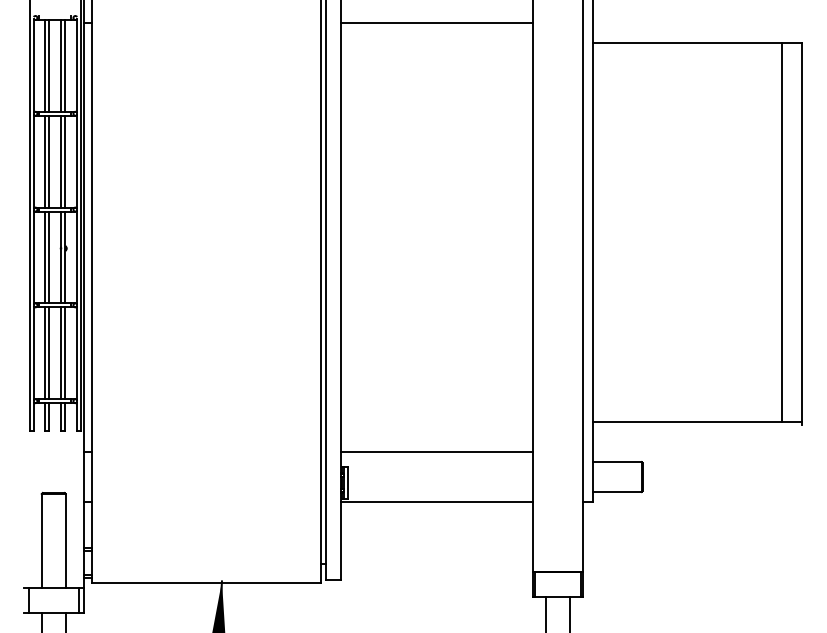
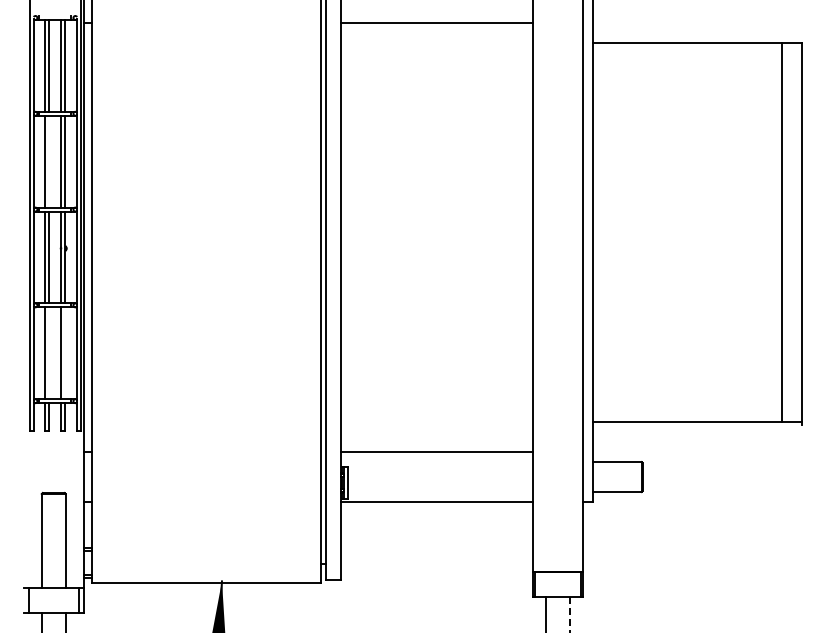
line at (49, 161): present -> none
line at (49, 353): present -> none
line at (65, 353): present -> none
line at (569, 614): solid -> dashed
